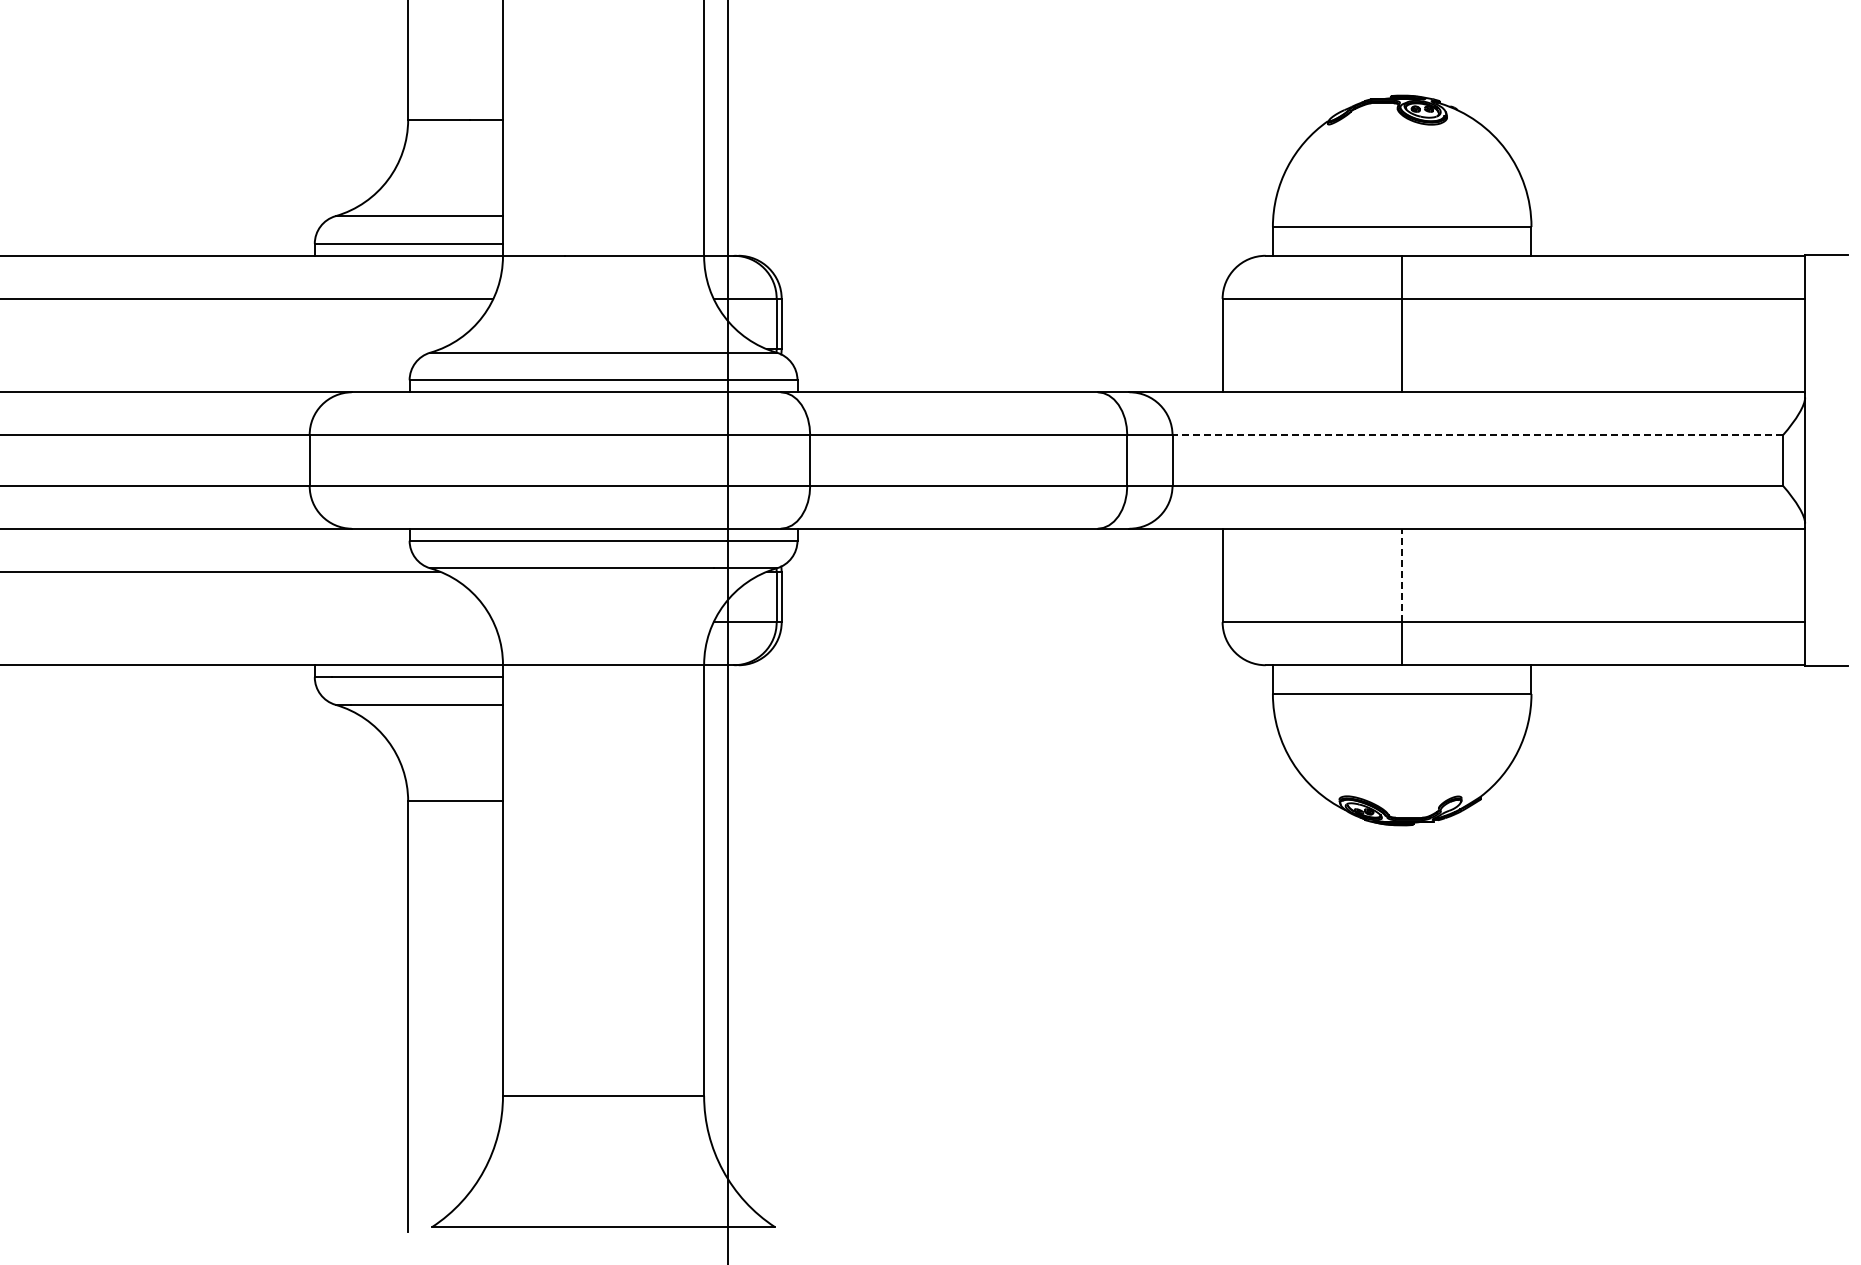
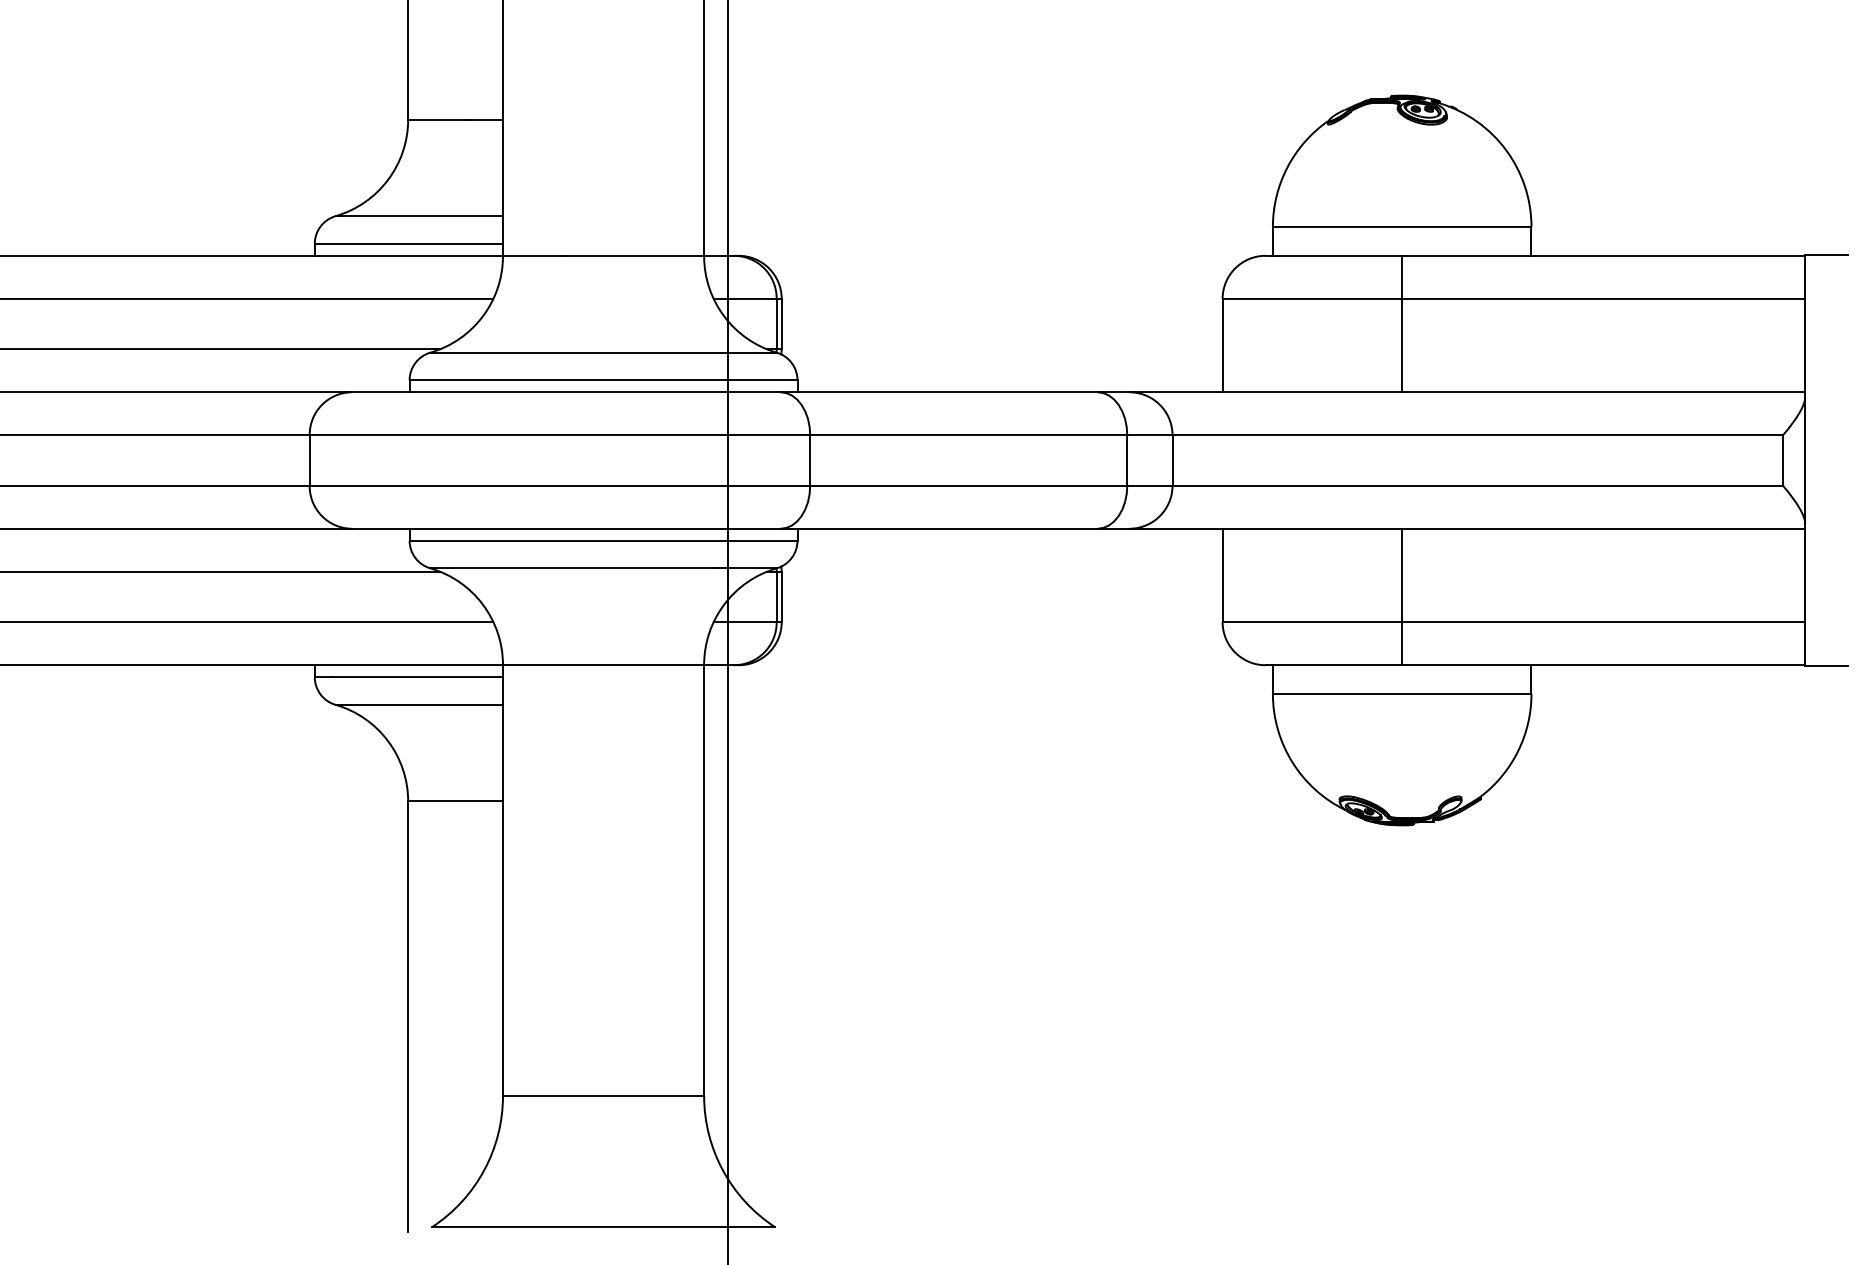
line at (221, 349): none -> present
line at (1477, 435): dashed -> solid
line at (1402, 575): dashed -> solid
line at (247, 622): none -> present
